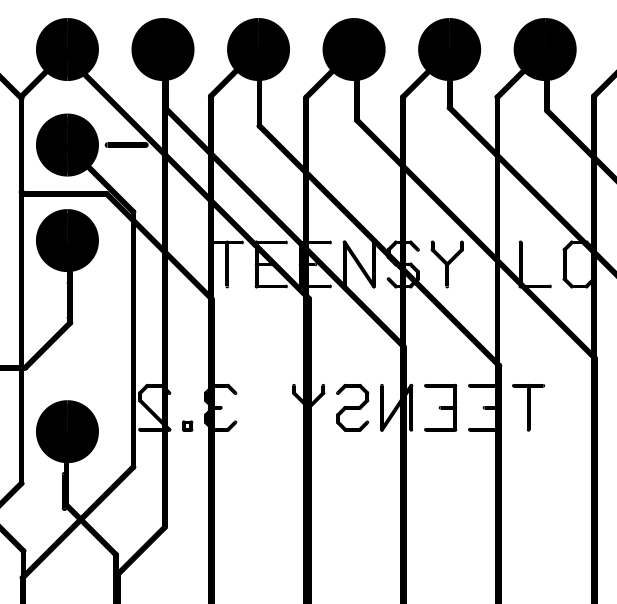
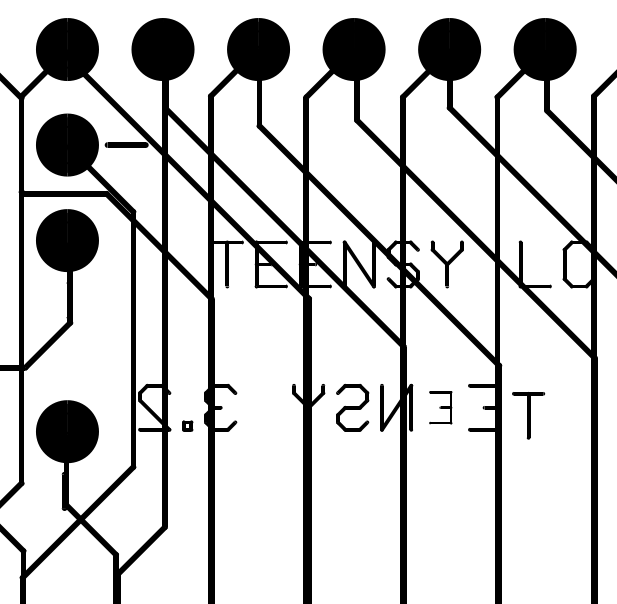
part at (440, 407) size: 34x49 px -> 24x34 px
part at (528, 407) position: (528, 407) -> (528, 415)
